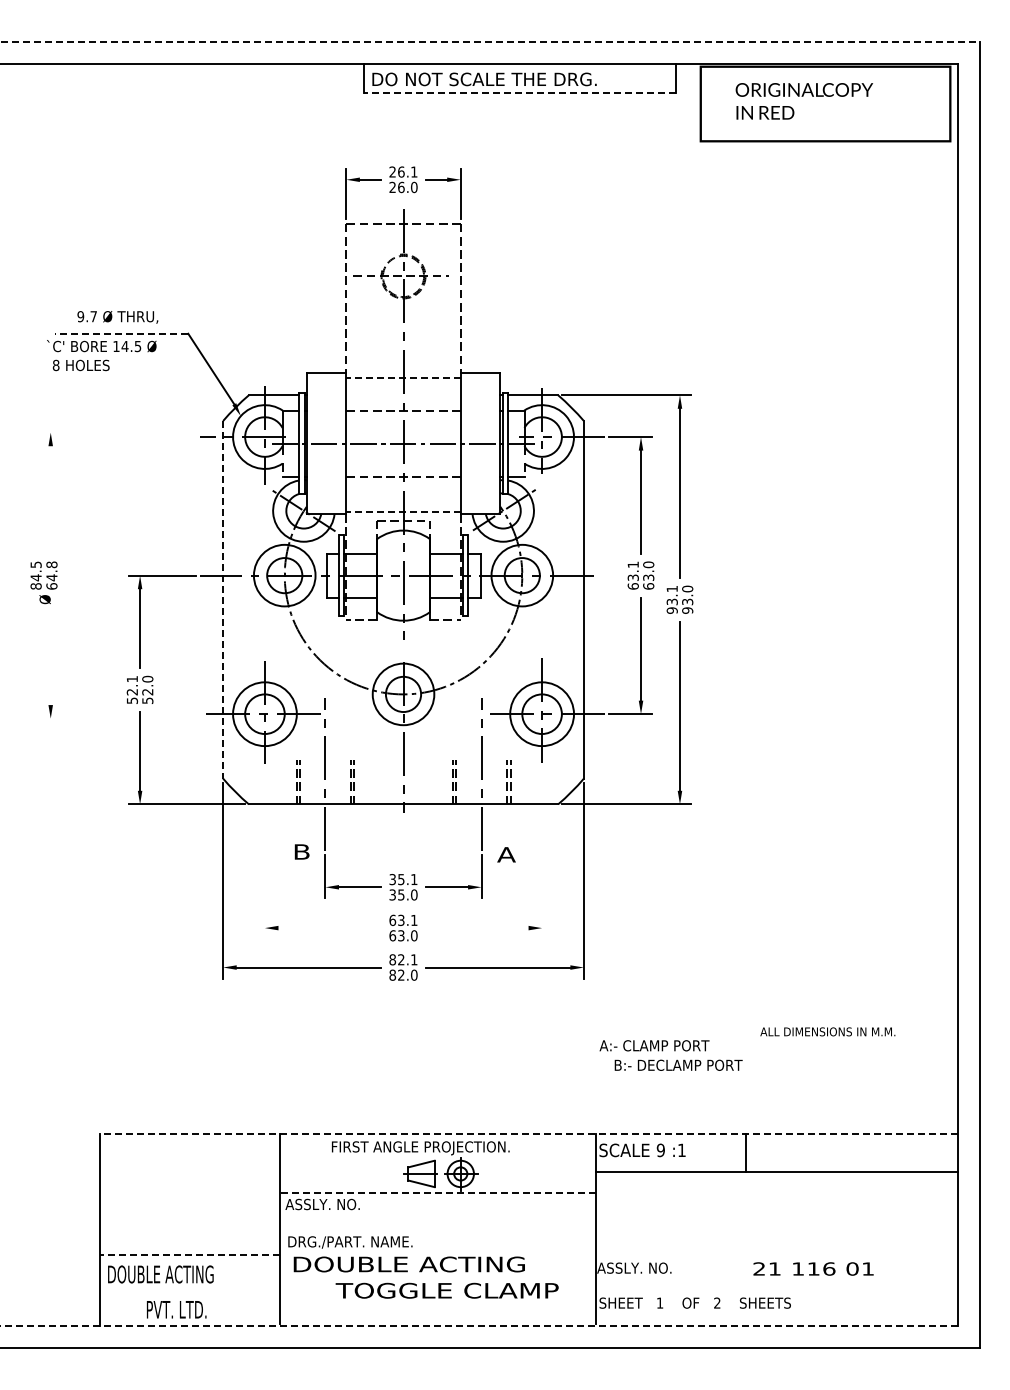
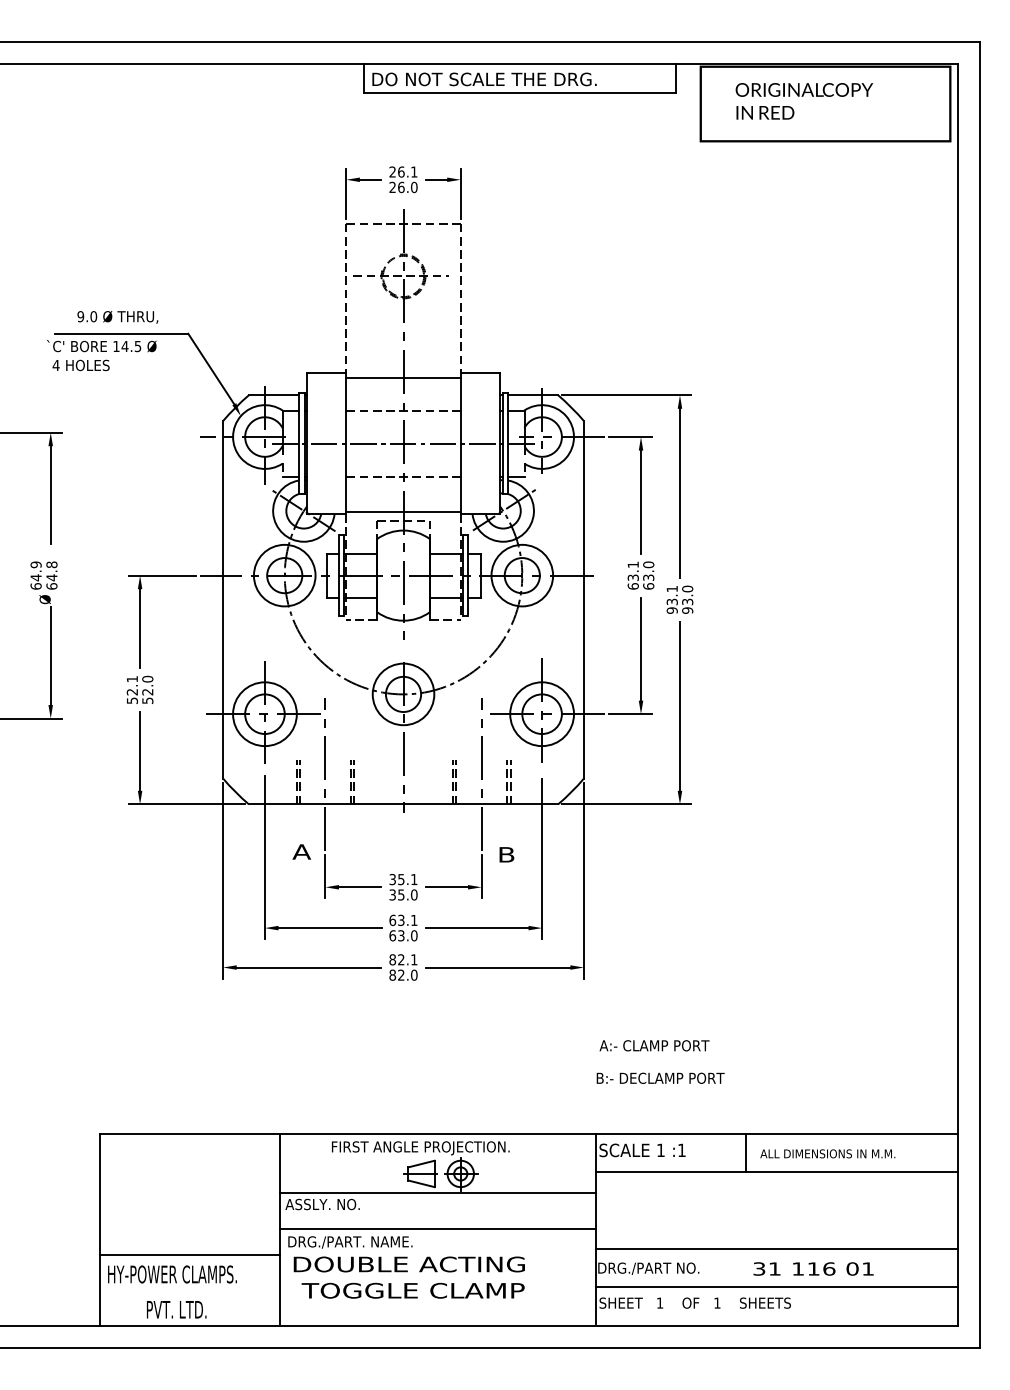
line at (490, 41): dashed -> solid
line at (519, 93): dashed -> solid
text at (93, 316): 9.7 -> 9.0
line at (121, 333): dashed -> solid
text at (55, 365): 8 -> 4
line at (403, 377): dashed -> solid
line at (31, 432): none -> present
line at (50, 494): none -> present
line at (403, 512): dashed -> solid
text at (35, 575): 84.5 -> 64.9
line at (223, 599): dashed -> solid
line at (50, 656): none -> present
line at (31, 718): none -> present
text at (301, 851): B -> A
text at (506, 854): A -> B
line at (264, 857): none -> present
line at (542, 859): none -> present
line at (329, 928): none -> present
line at (476, 928): none -> present
text at (827, 1031) position: (827, 1031) -> (827, 1153)
text at (678, 1064) position: (678, 1064) -> (660, 1077)
line at (528, 1133): dashed -> solid
text at (660, 1150): 9 -> 1
line at (437, 1193): dashed -> solid
line at (437, 1229): none -> present
line at (776, 1248): none -> present
line at (189, 1255): dashed -> solid
text at (648, 1268): ASSLY. NO. -> DRG./PART NO.
text at (759, 1268): 21 -> 31
text at (172, 1274): DOUBLE ACTING -> HY-POWER CLAMPS.
line at (776, 1286): none -> present
text at (446, 1290) position: (446, 1290) -> (412, 1290)
text at (717, 1302): 2 -> 1
line at (478, 1326): dashed -> solid
